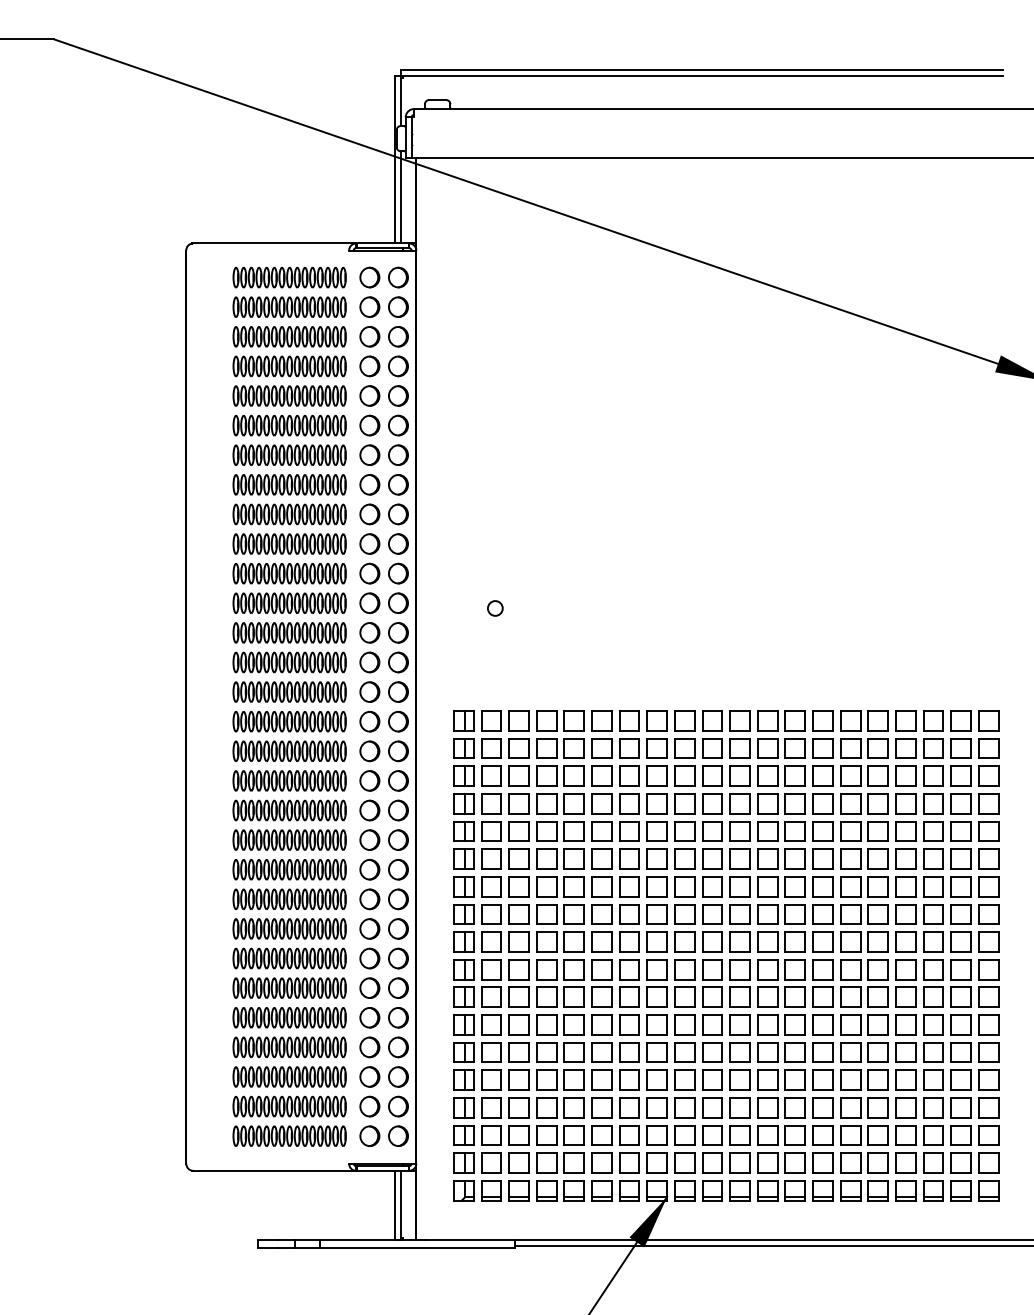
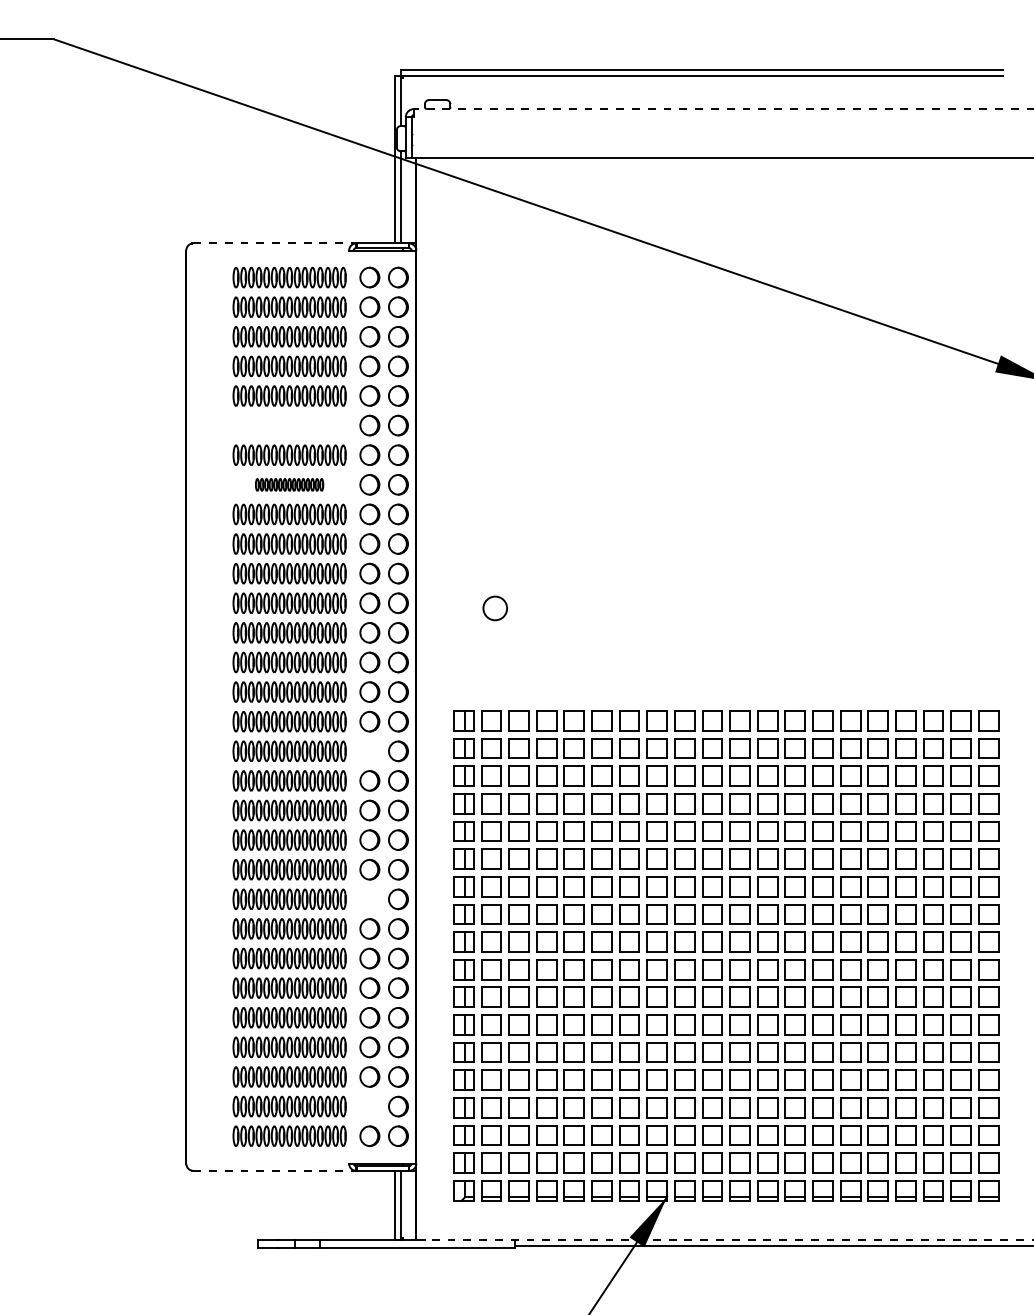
line at (723, 109): solid -> dashed
line at (275, 243): solid -> dashed
part at (289, 425): present -> none
part at (289, 484) size: 115x22 px -> 70x14 px
circle at (495, 608) size: 17x17 px -> 26x27 px
part at (369, 751): present -> none
part at (369, 899): present -> none
part at (369, 1106): present -> none
line at (275, 1170): solid -> dashed
line at (728, 1240): solid -> dashed
